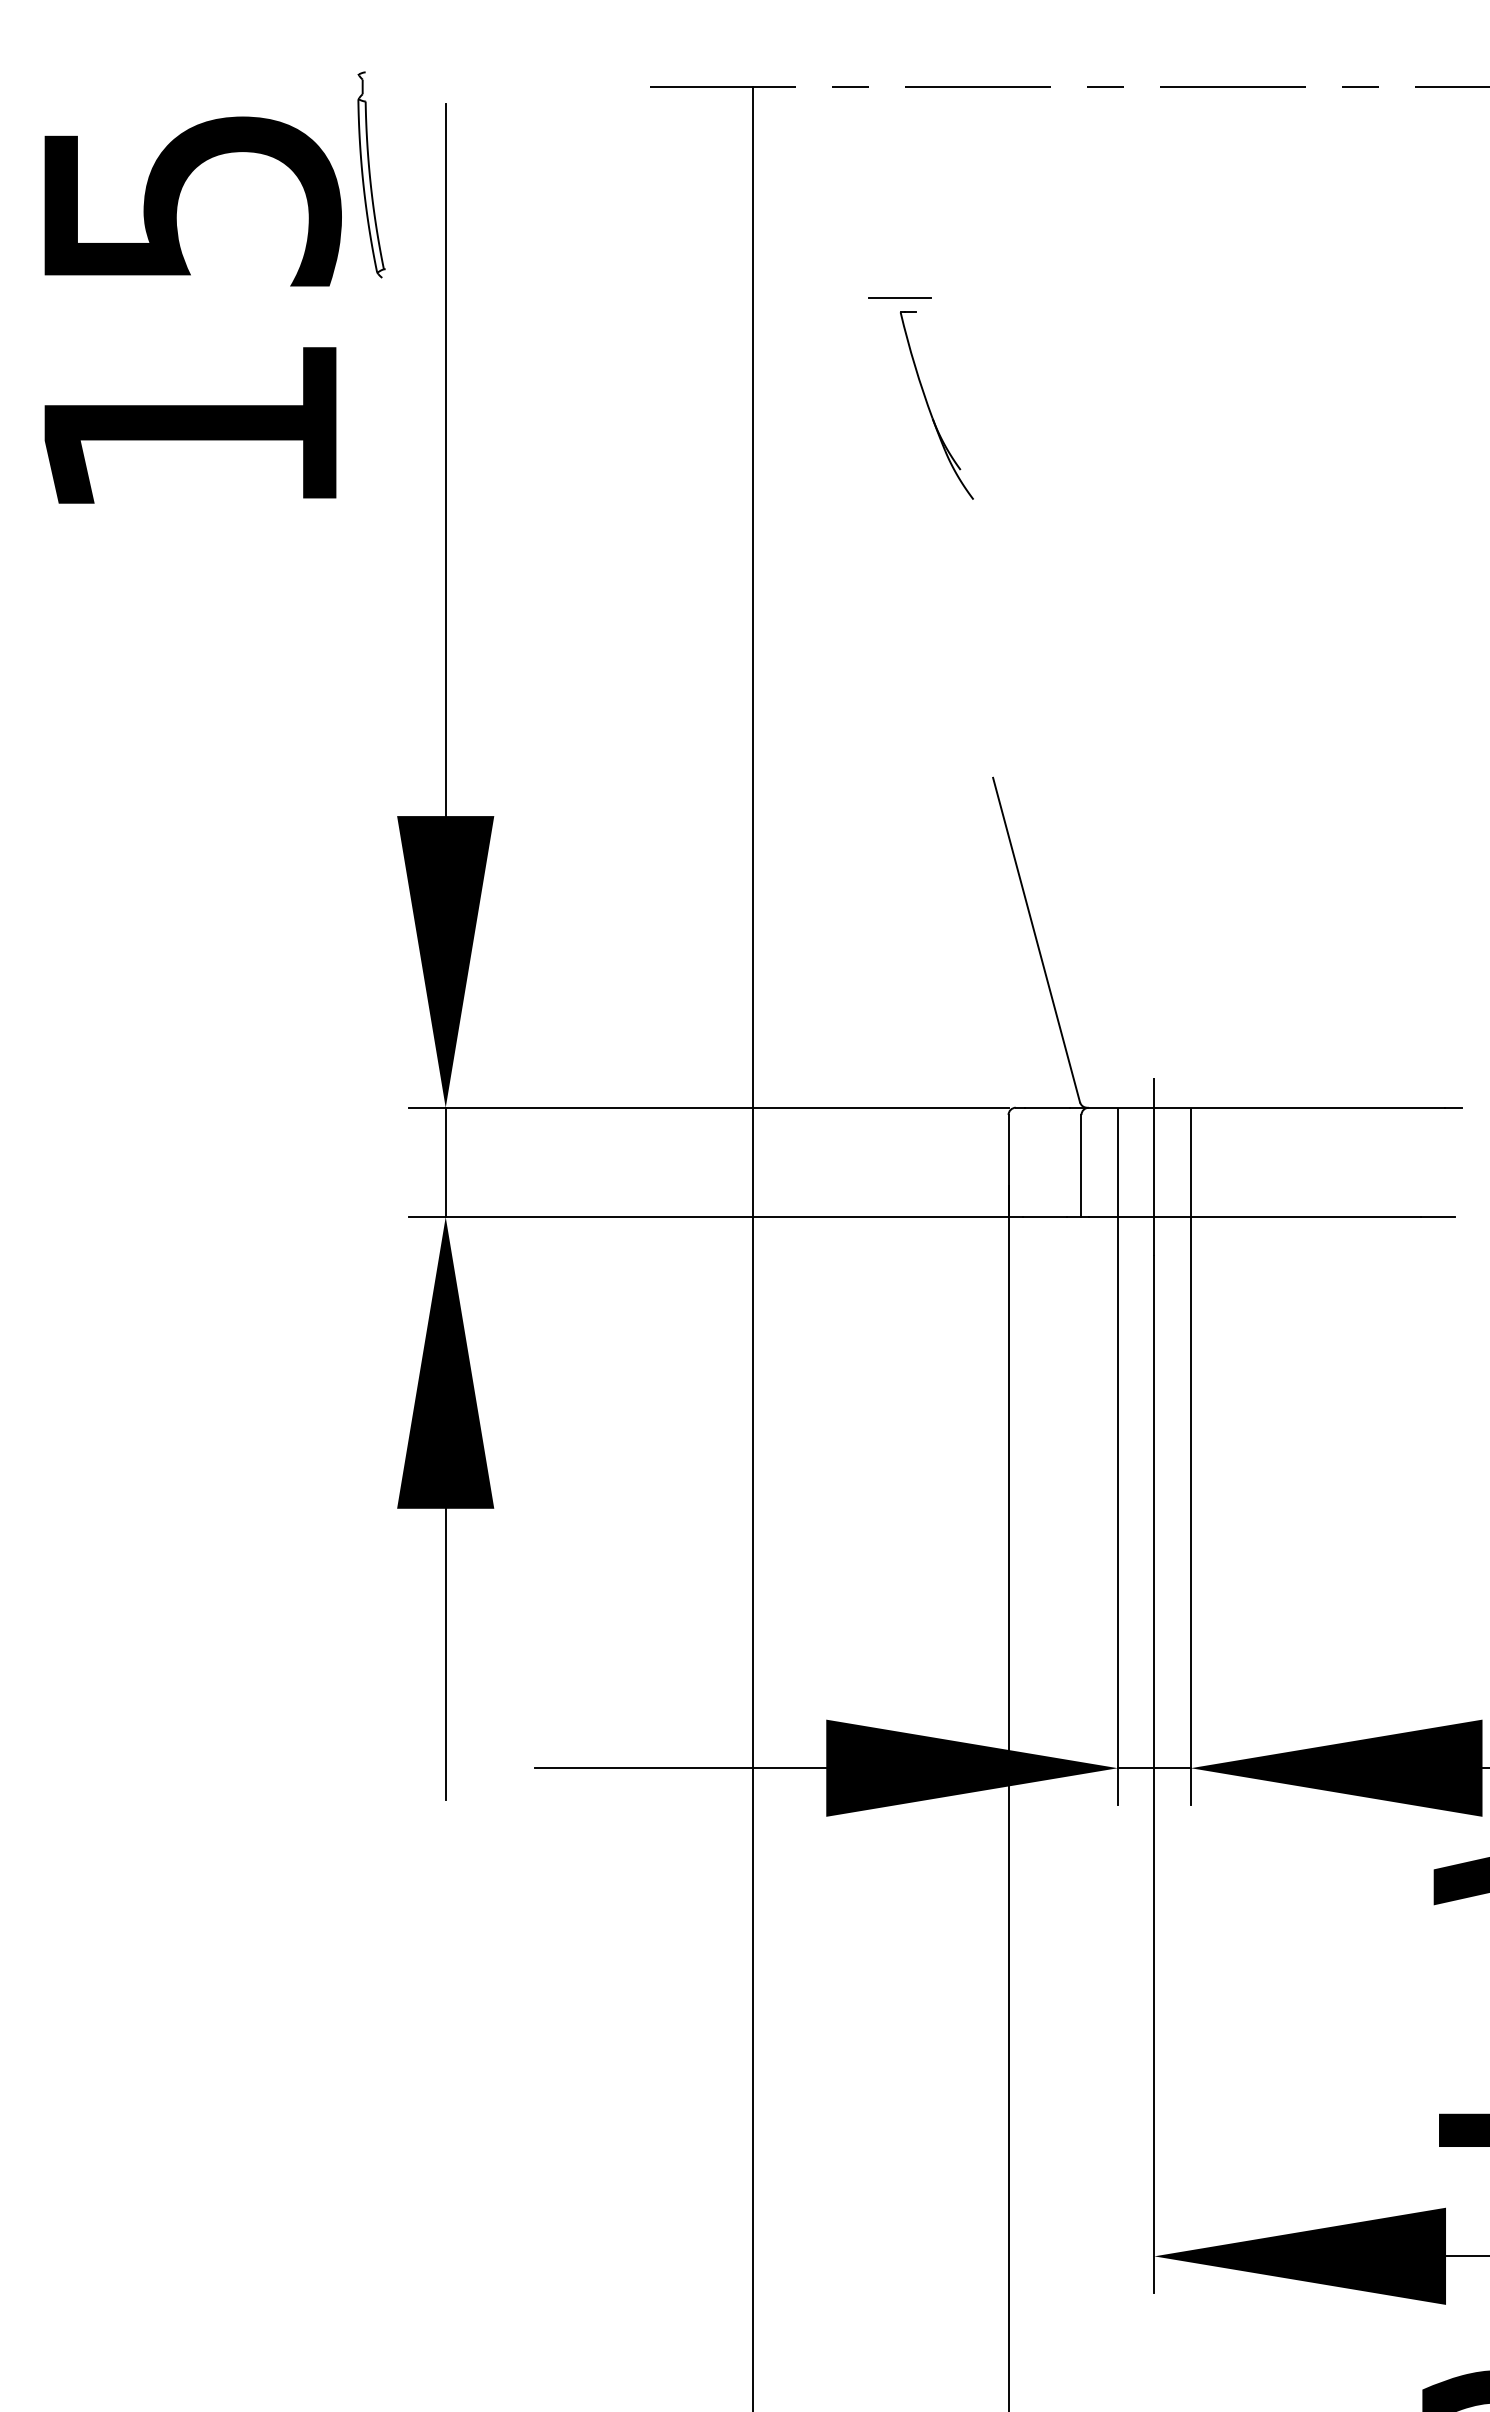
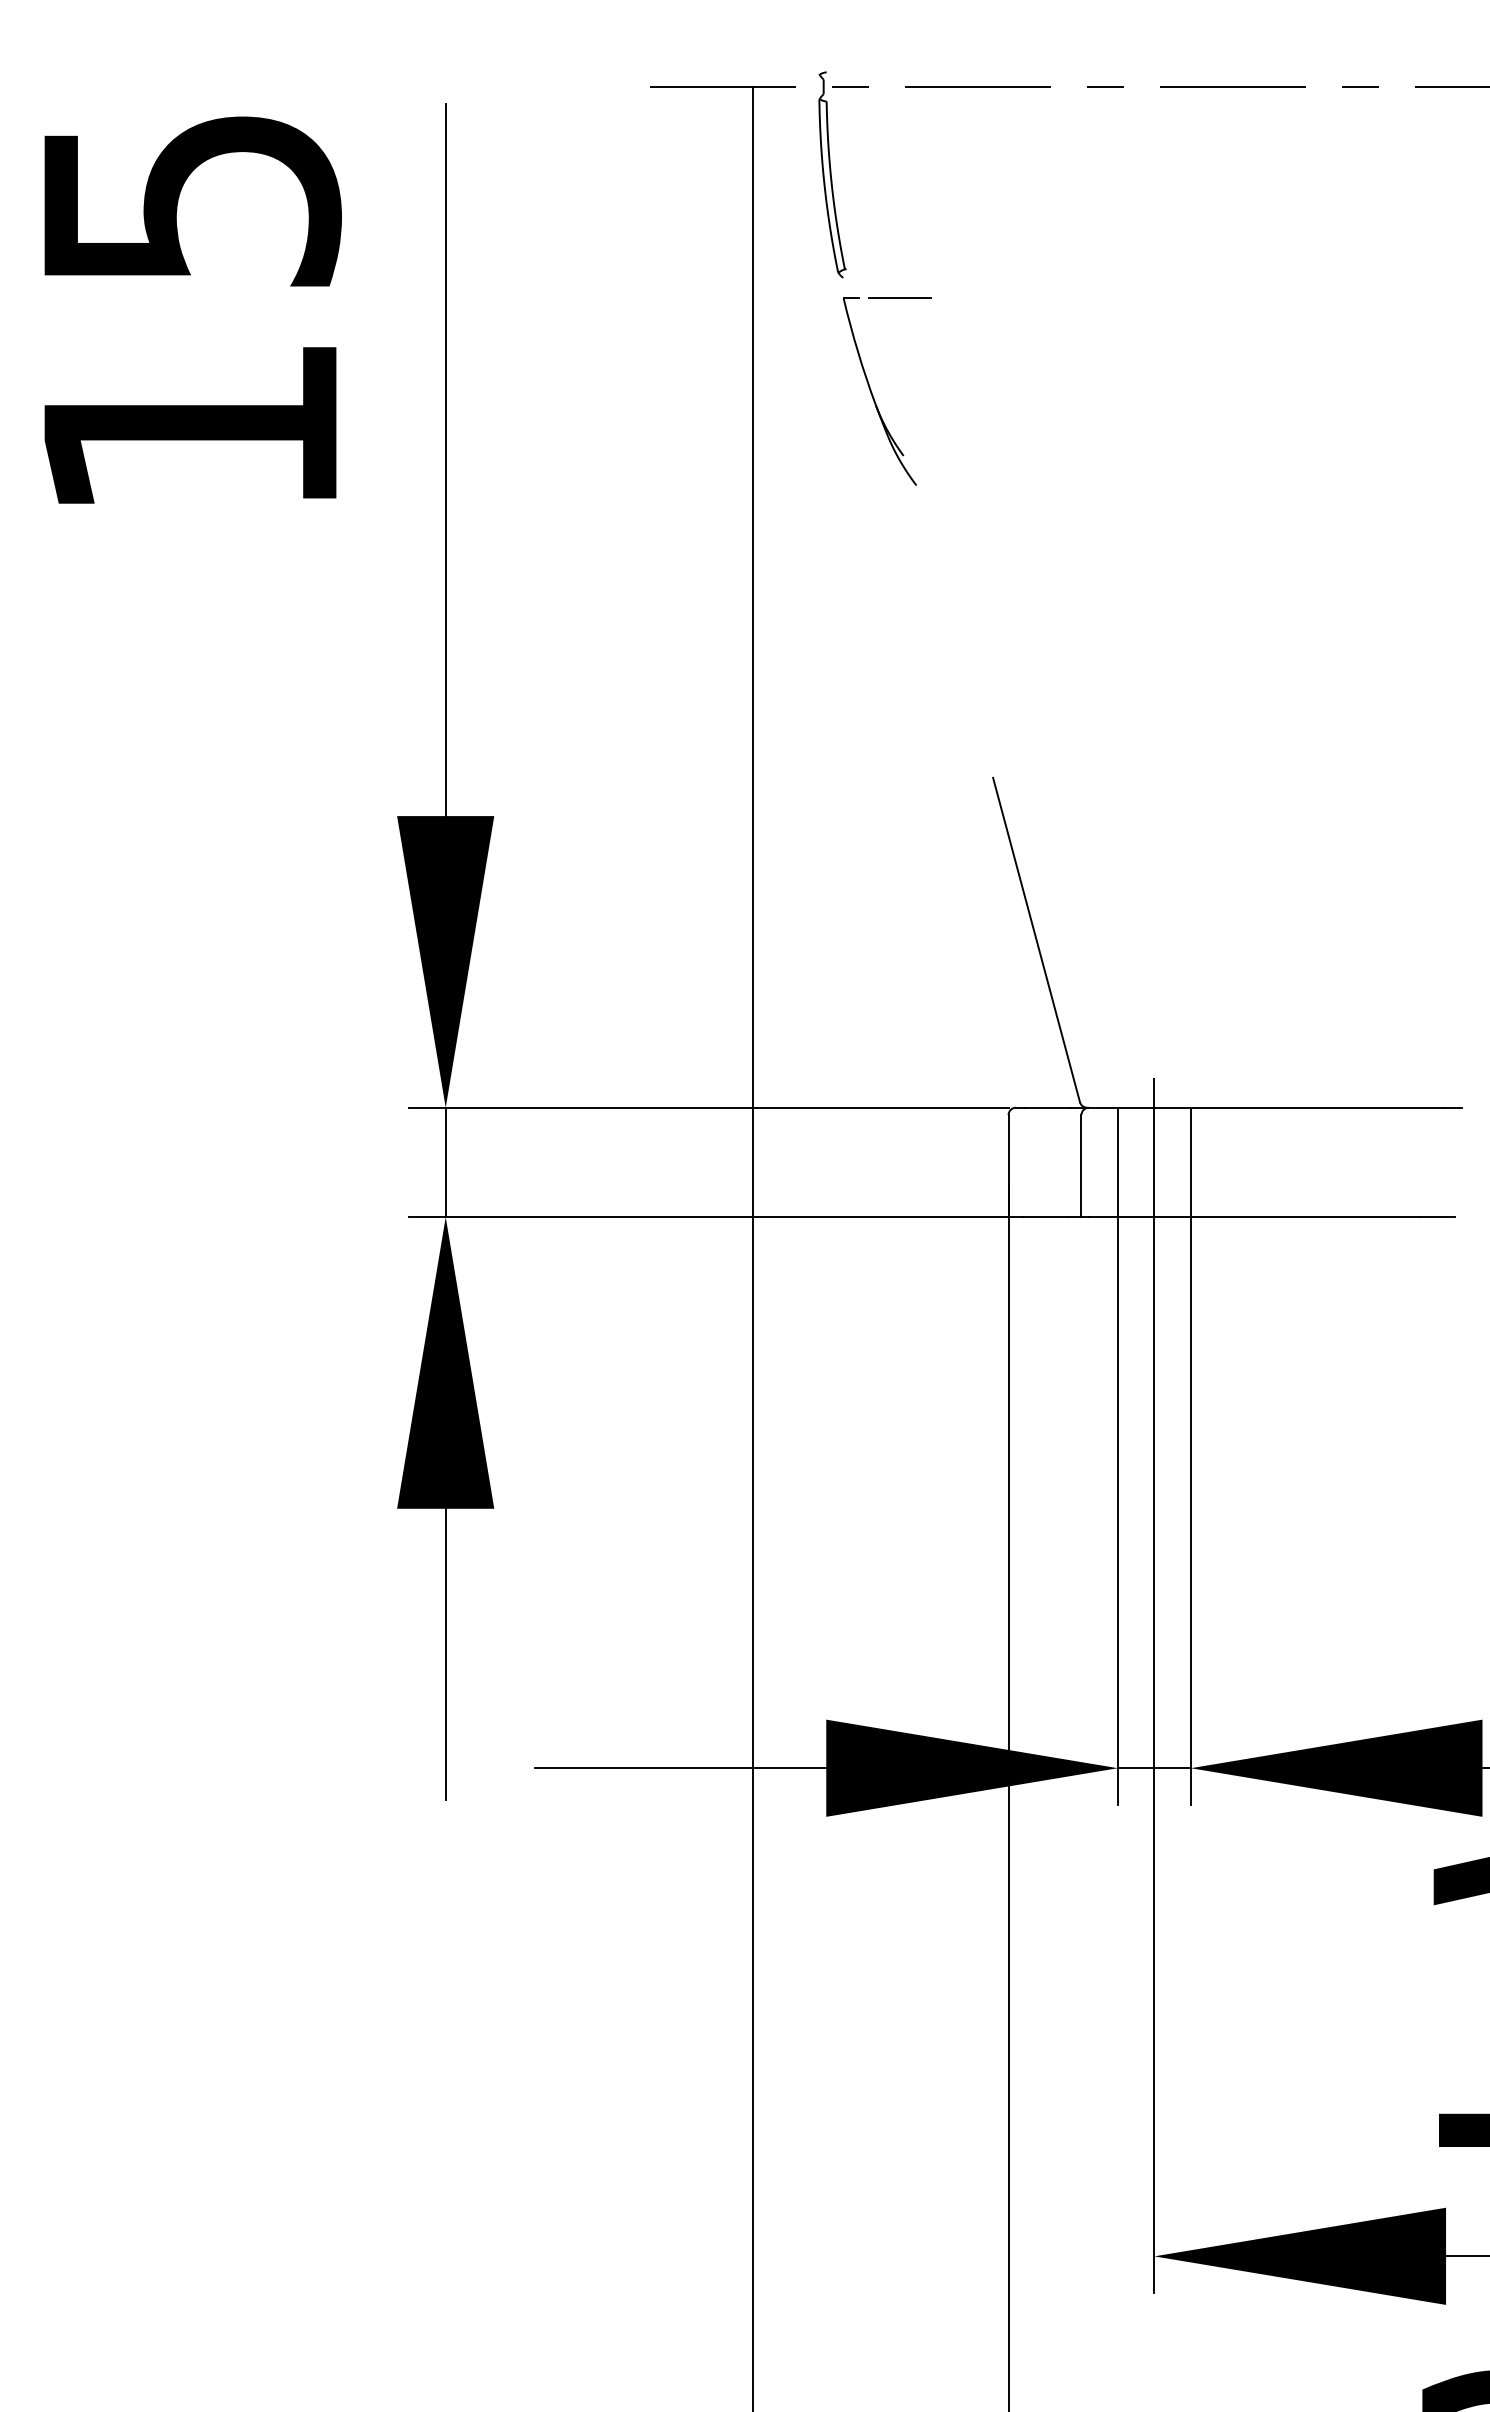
part at (371, 174) position: (371, 174) -> (832, 174)
part at (929, 406) position: (929, 406) -> (872, 392)
